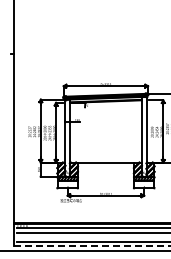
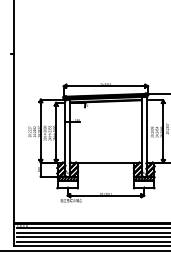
line at (91, 237): none -> present
line at (92, 246): dashed -> solid
